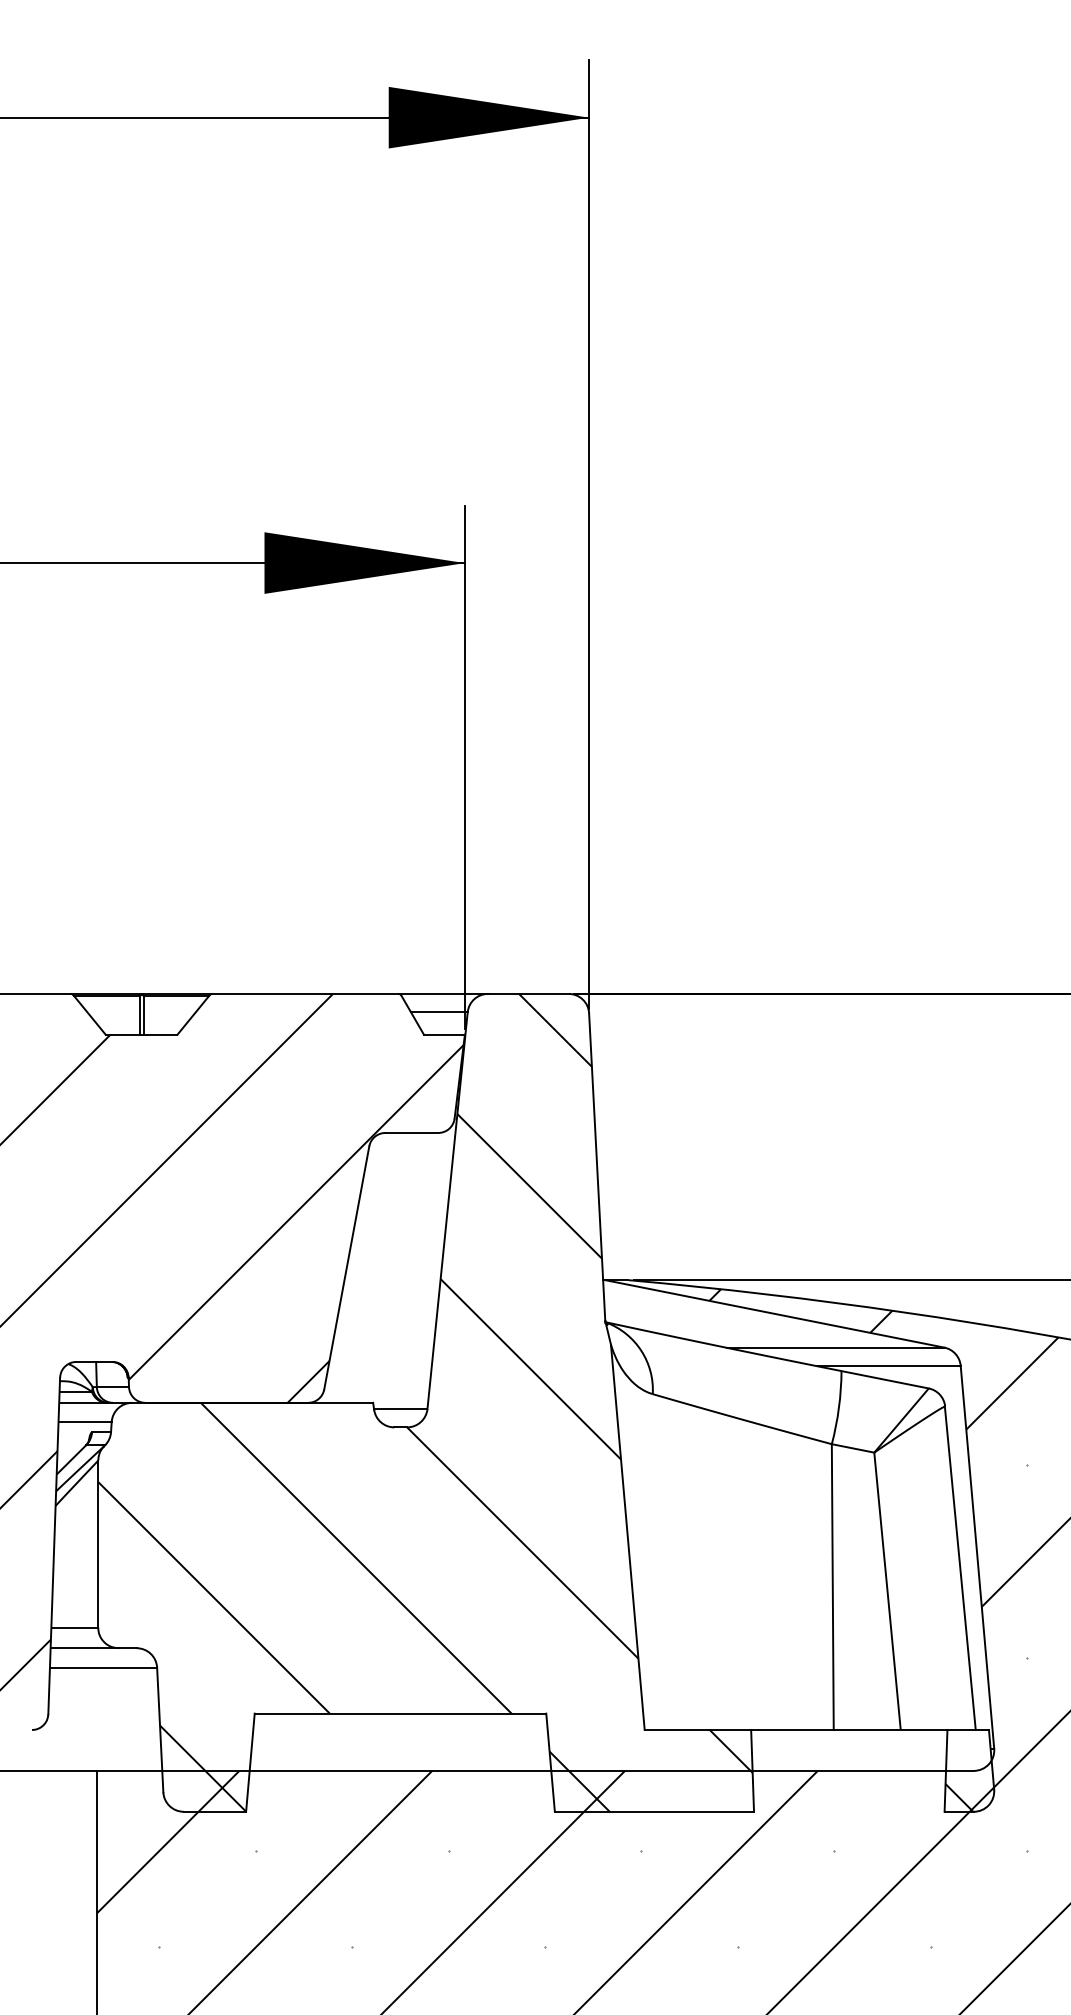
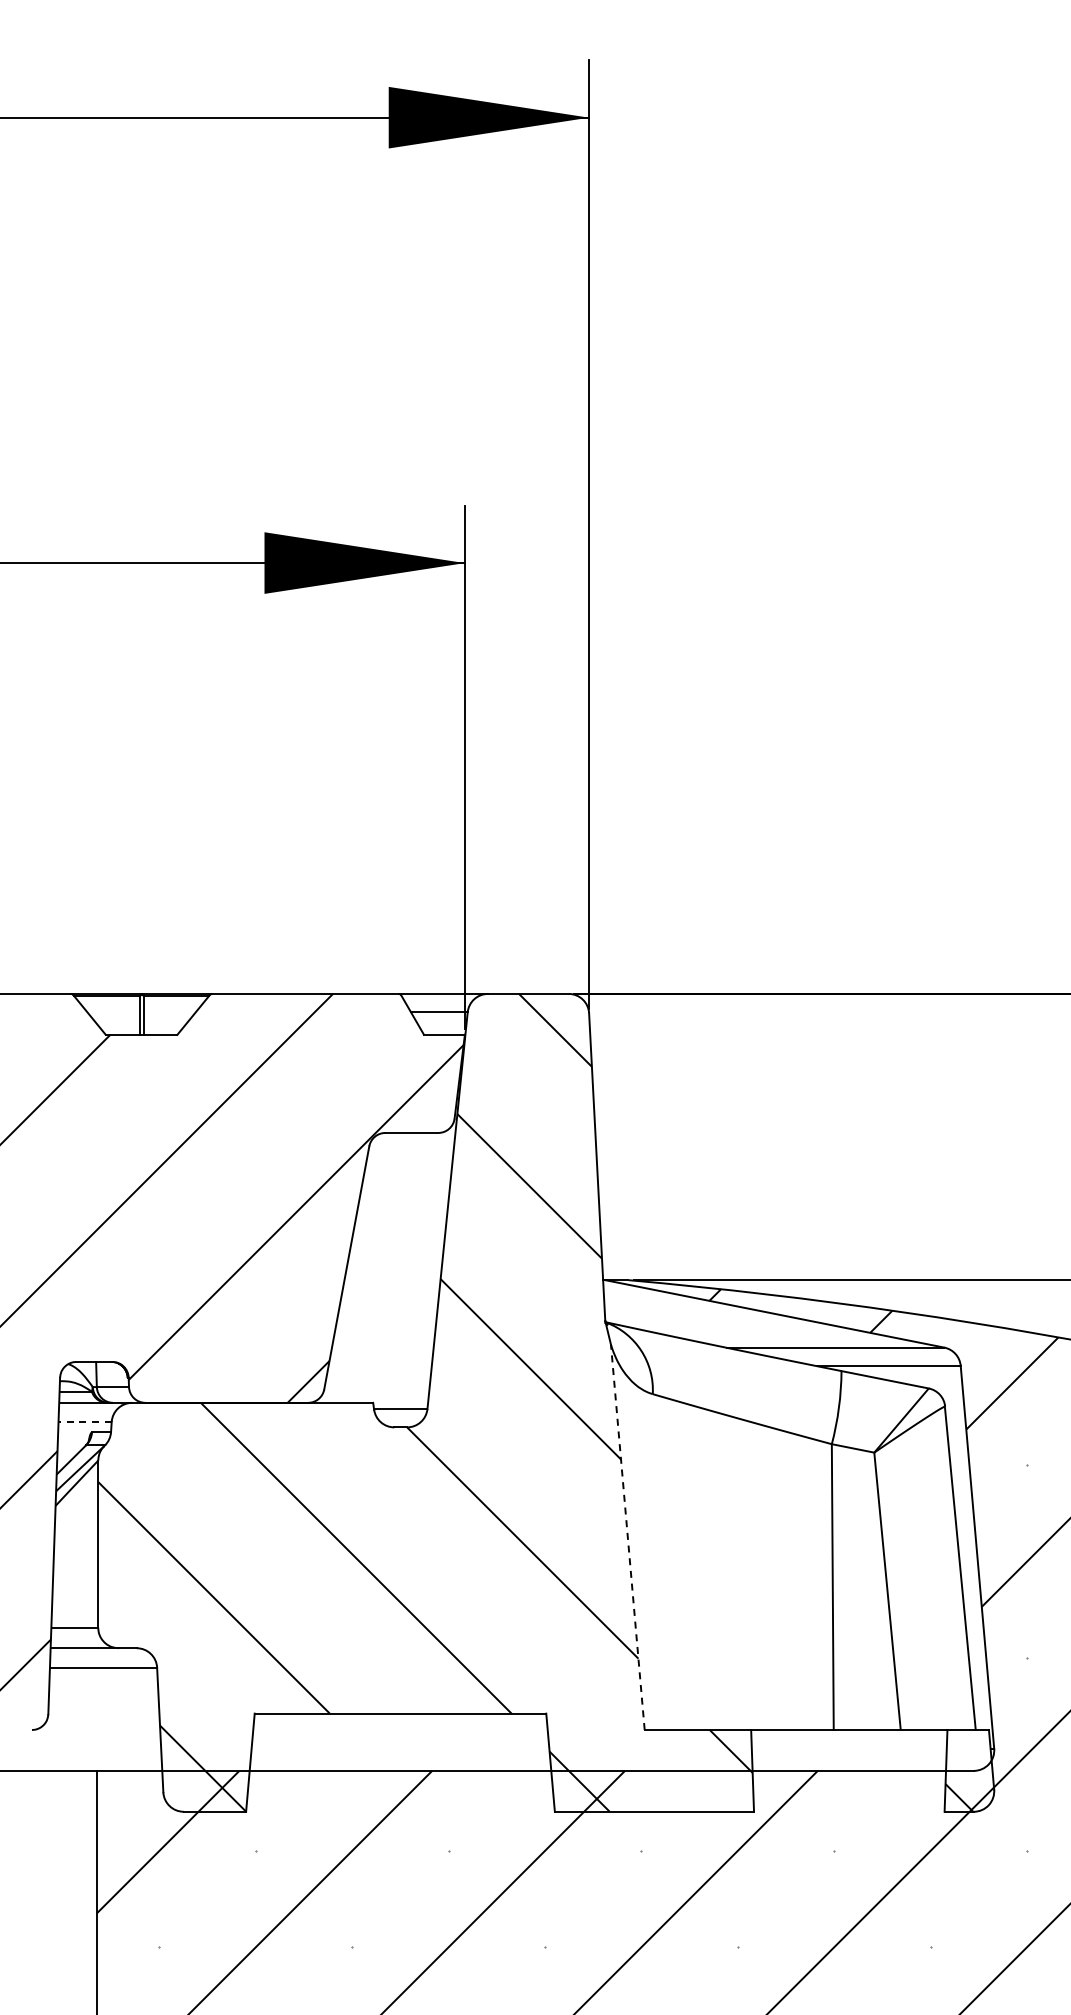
line at (84, 1421): solid -> dashed
line at (627, 1536): solid -> dashed
